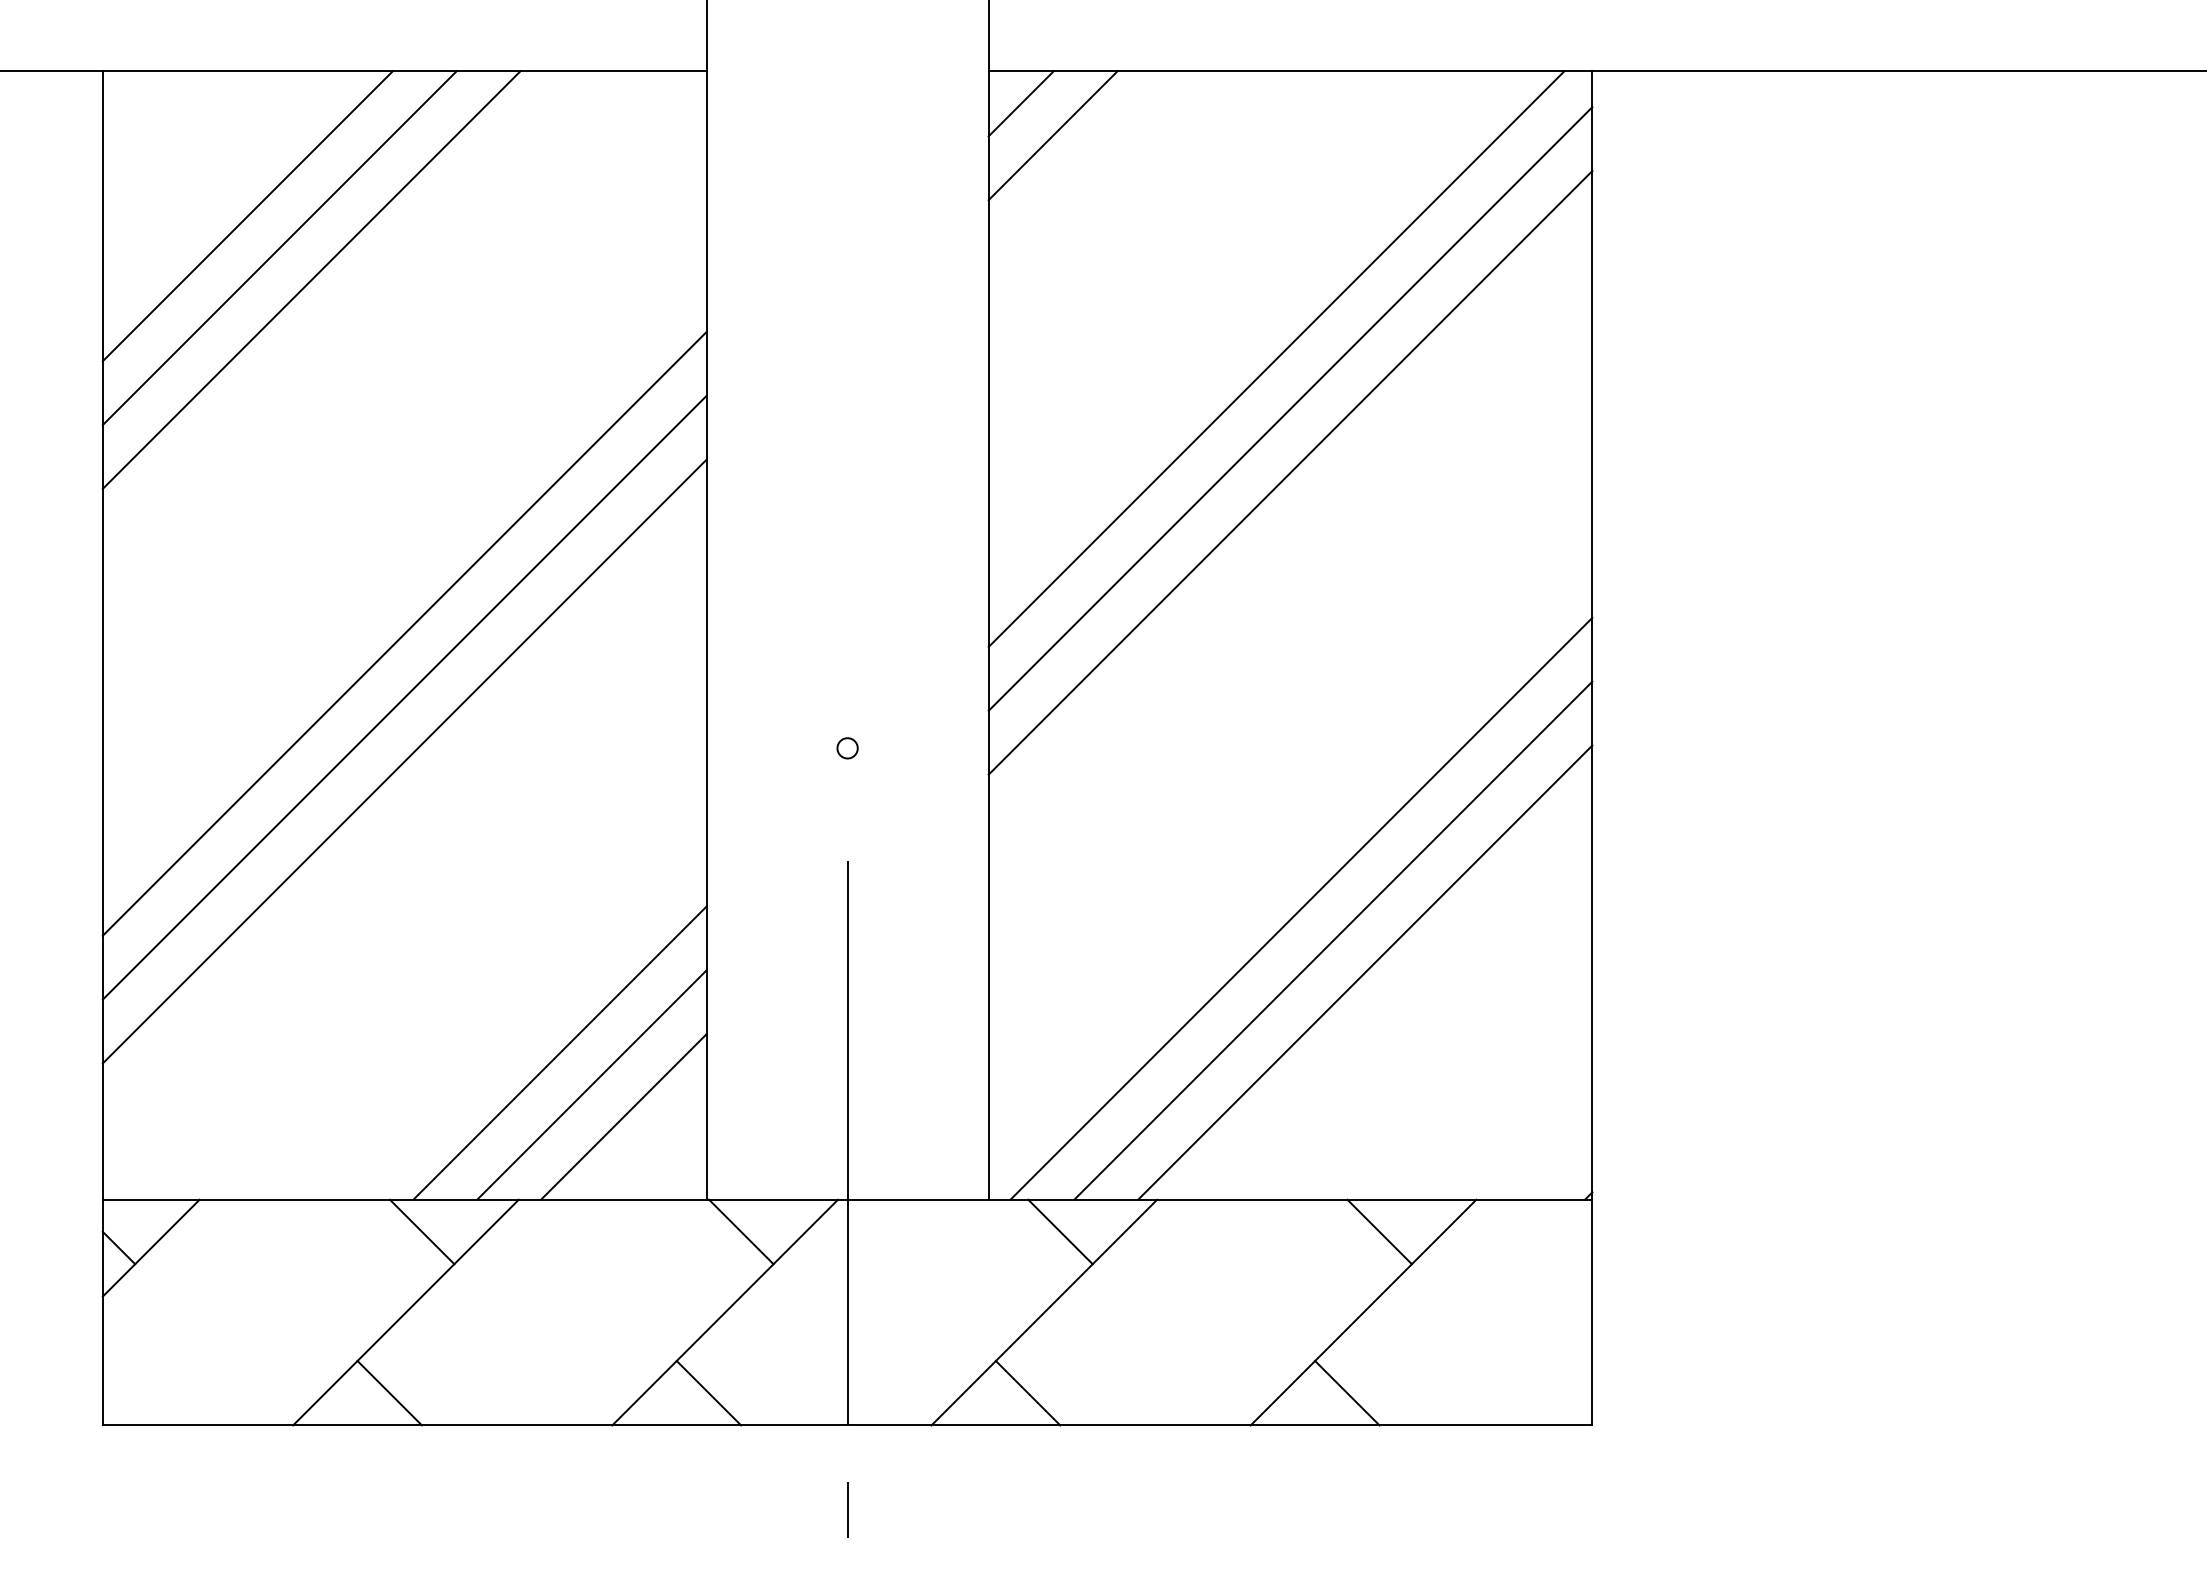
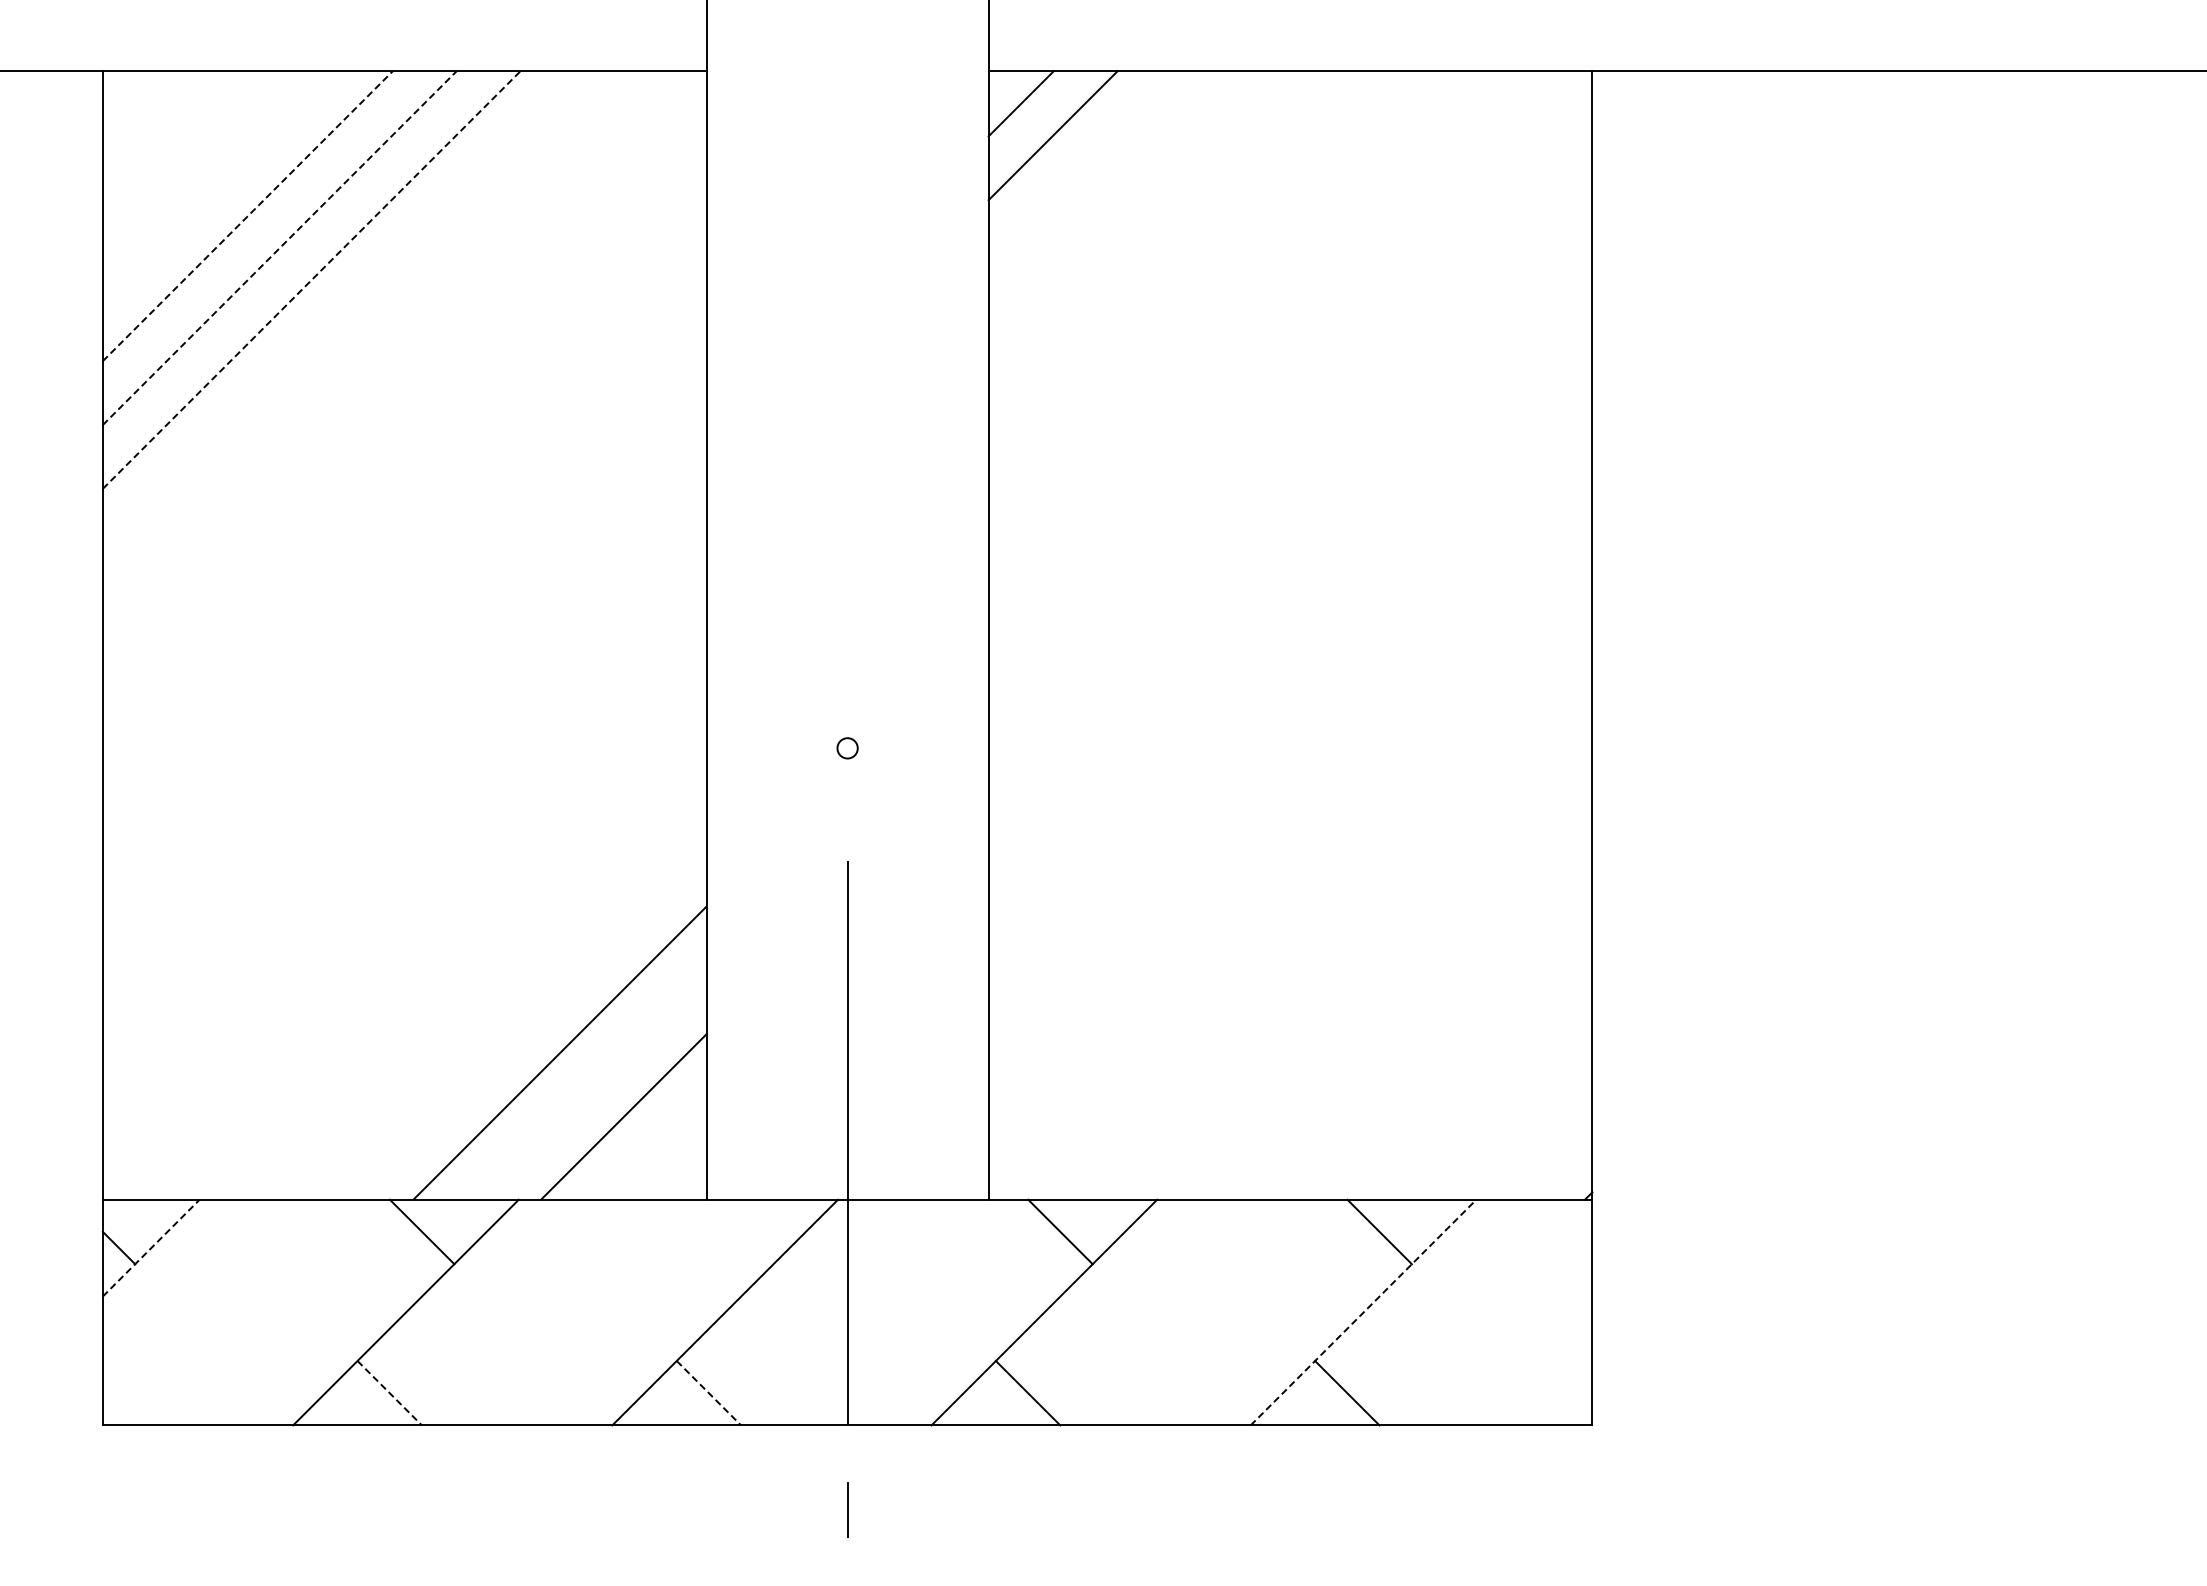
line at (248, 215): solid -> dashed
line at (280, 247): solid -> dashed
line at (312, 279): solid -> dashed
line at (1276, 359): present -> none
line at (1290, 408): present -> none
line at (1290, 472): present -> none
line at (404, 633): present -> none
line at (404, 697): present -> none
line at (404, 761): present -> none
line at (1301, 908): present -> none
line at (1333, 940): present -> none
line at (1365, 972): present -> none
line at (591, 1084): present -> none
line at (741, 1231): present -> none
line at (151, 1247): solid -> dashed
line at (1363, 1312): solid -> dashed
line at (389, 1393): solid -> dashed
line at (708, 1393): solid -> dashed
